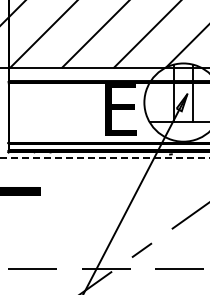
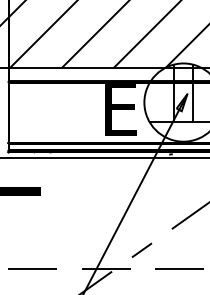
line at (105, 158): dashed -> solid
